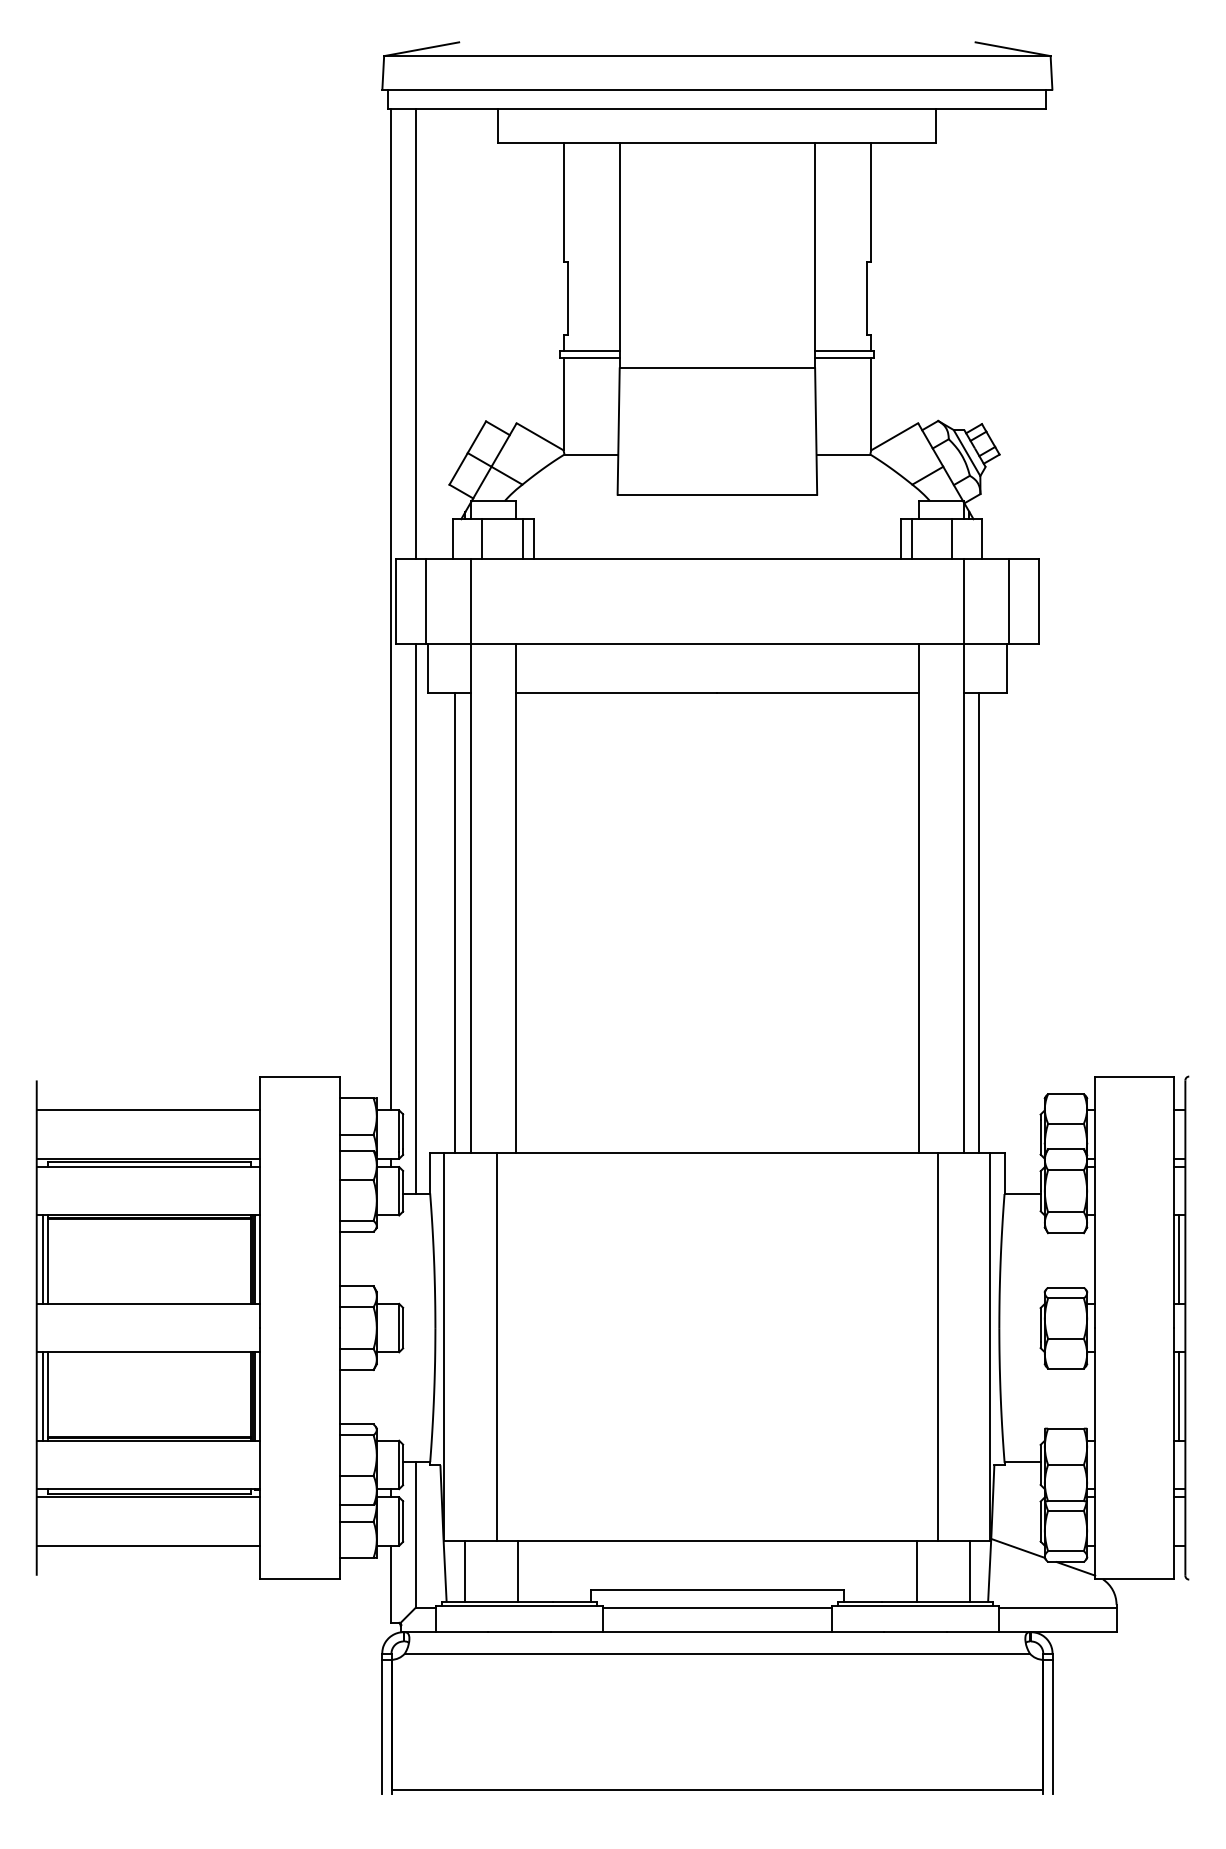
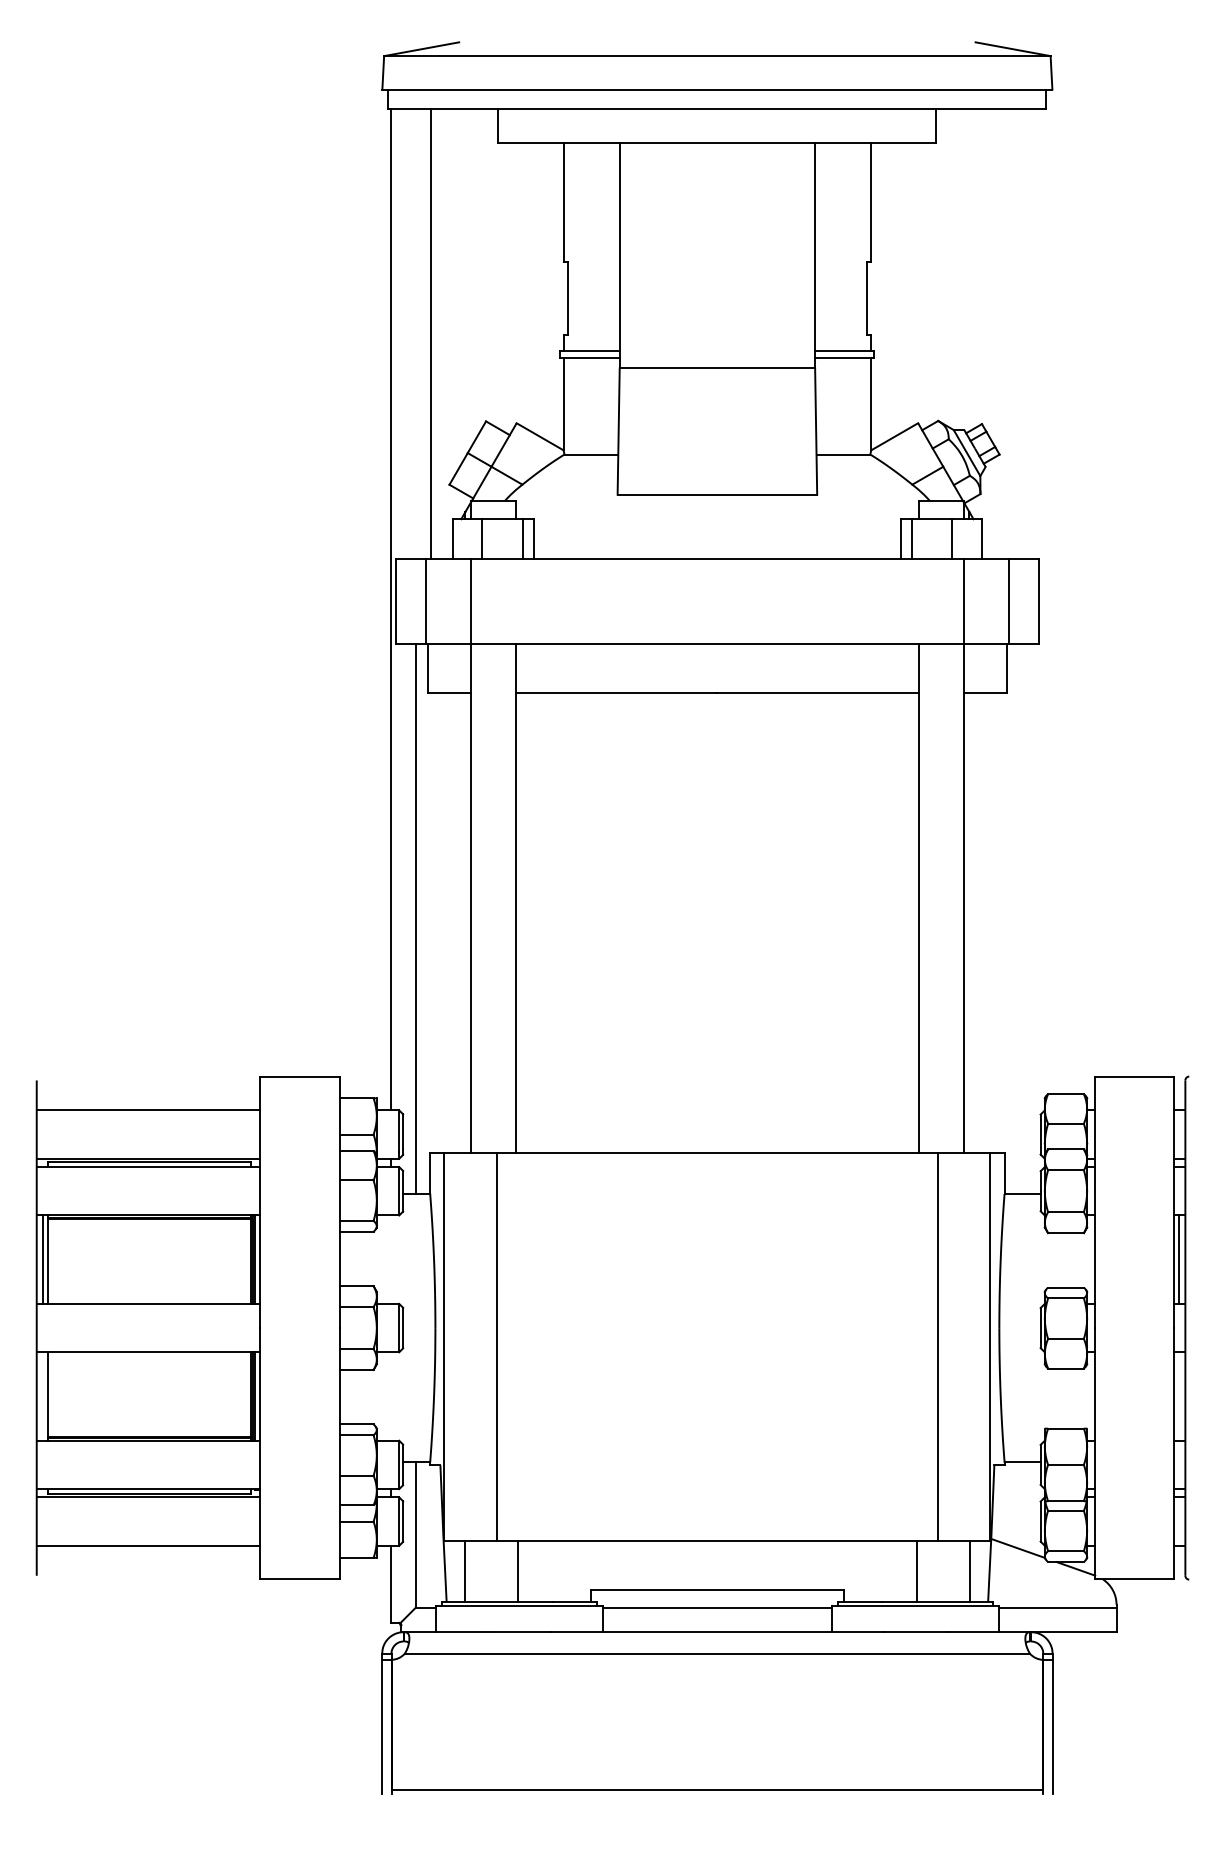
line at (415, 333) position: (415, 333) -> (430, 333)
line at (455, 922): present -> none
line at (979, 922): present -> none
line at (42, 1396): present -> none
line at (1179, 1396): present -> none
